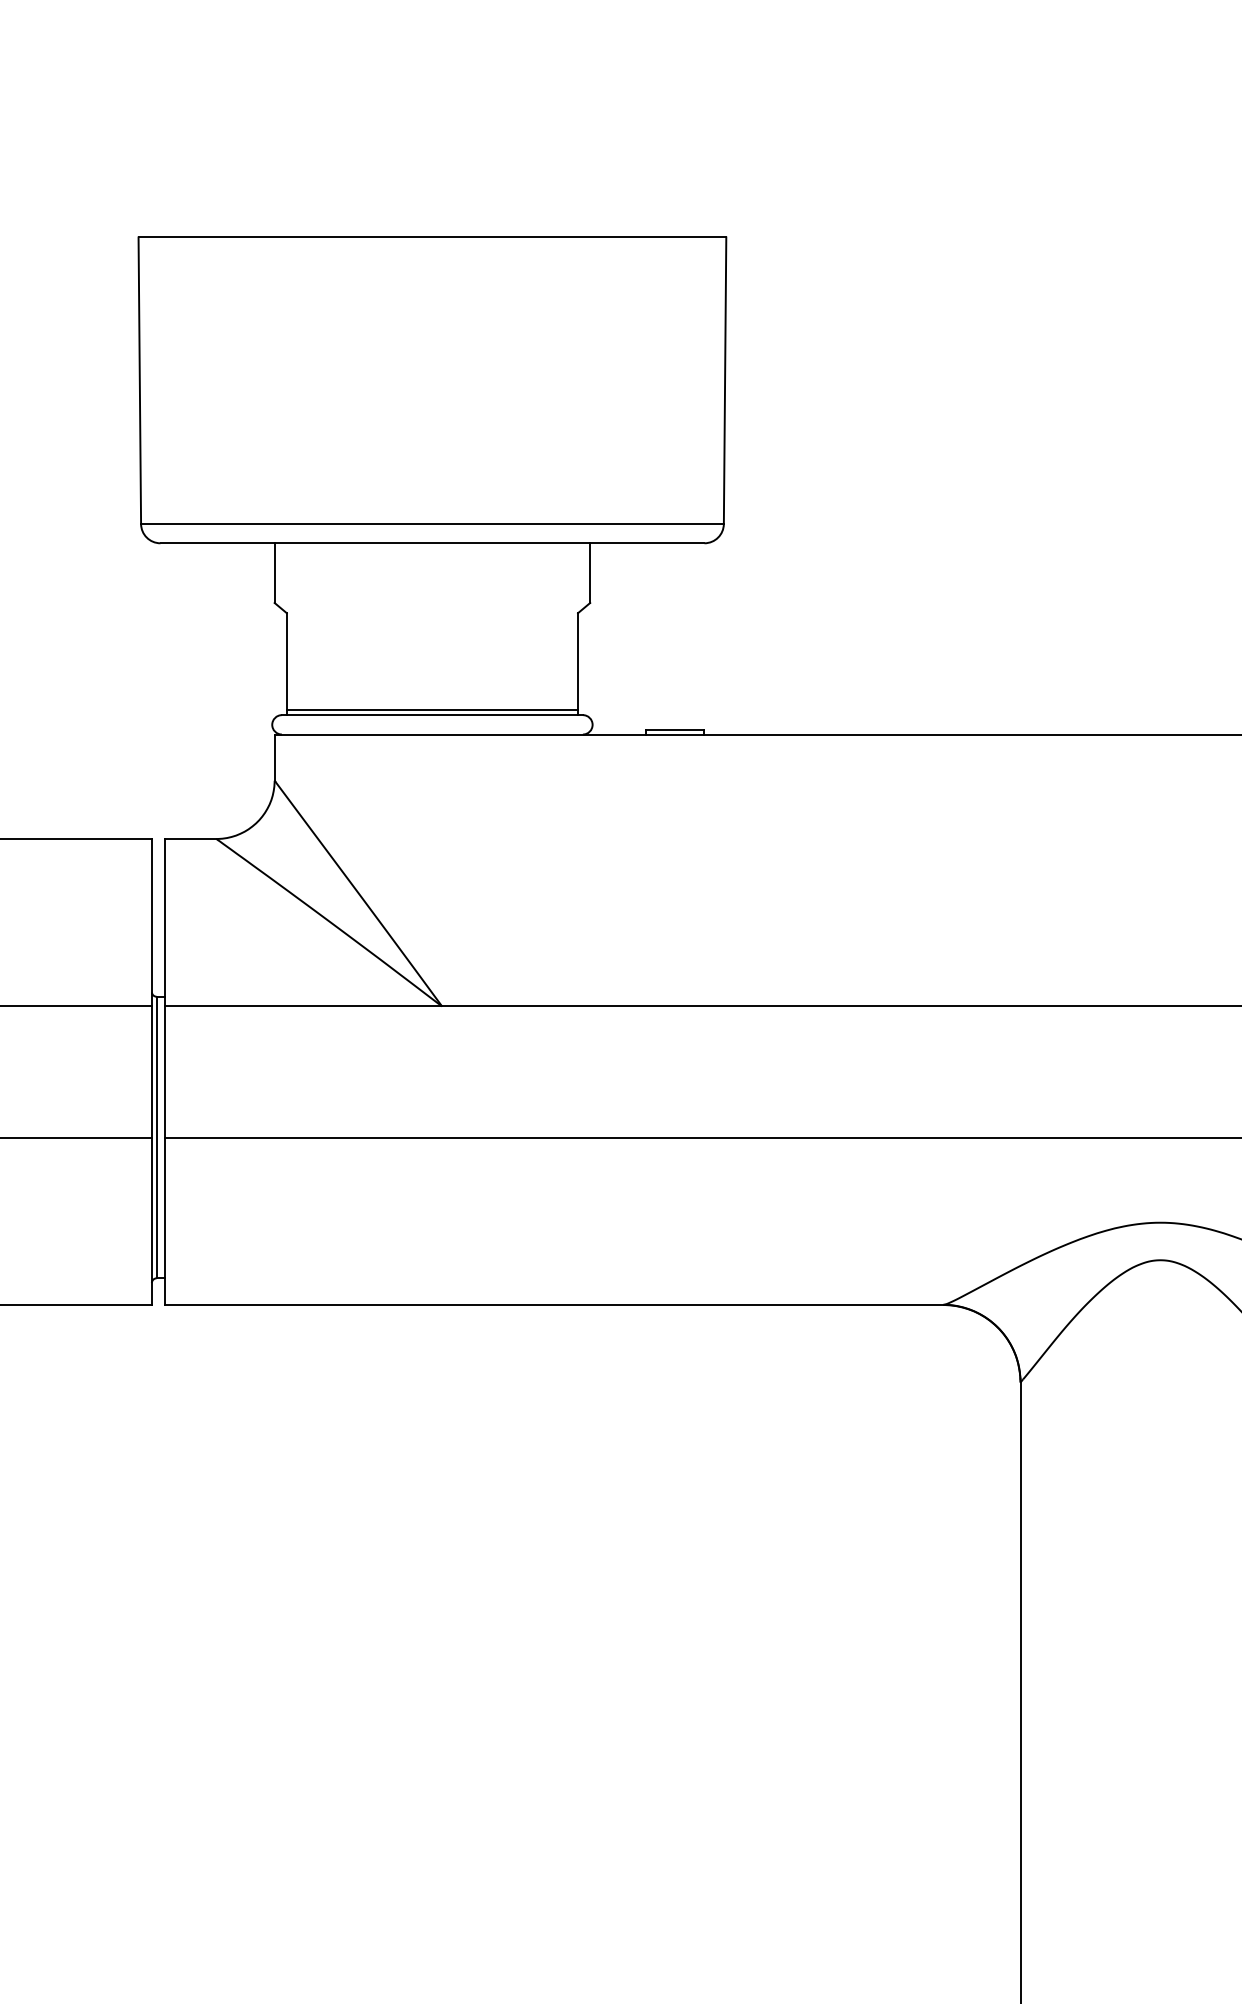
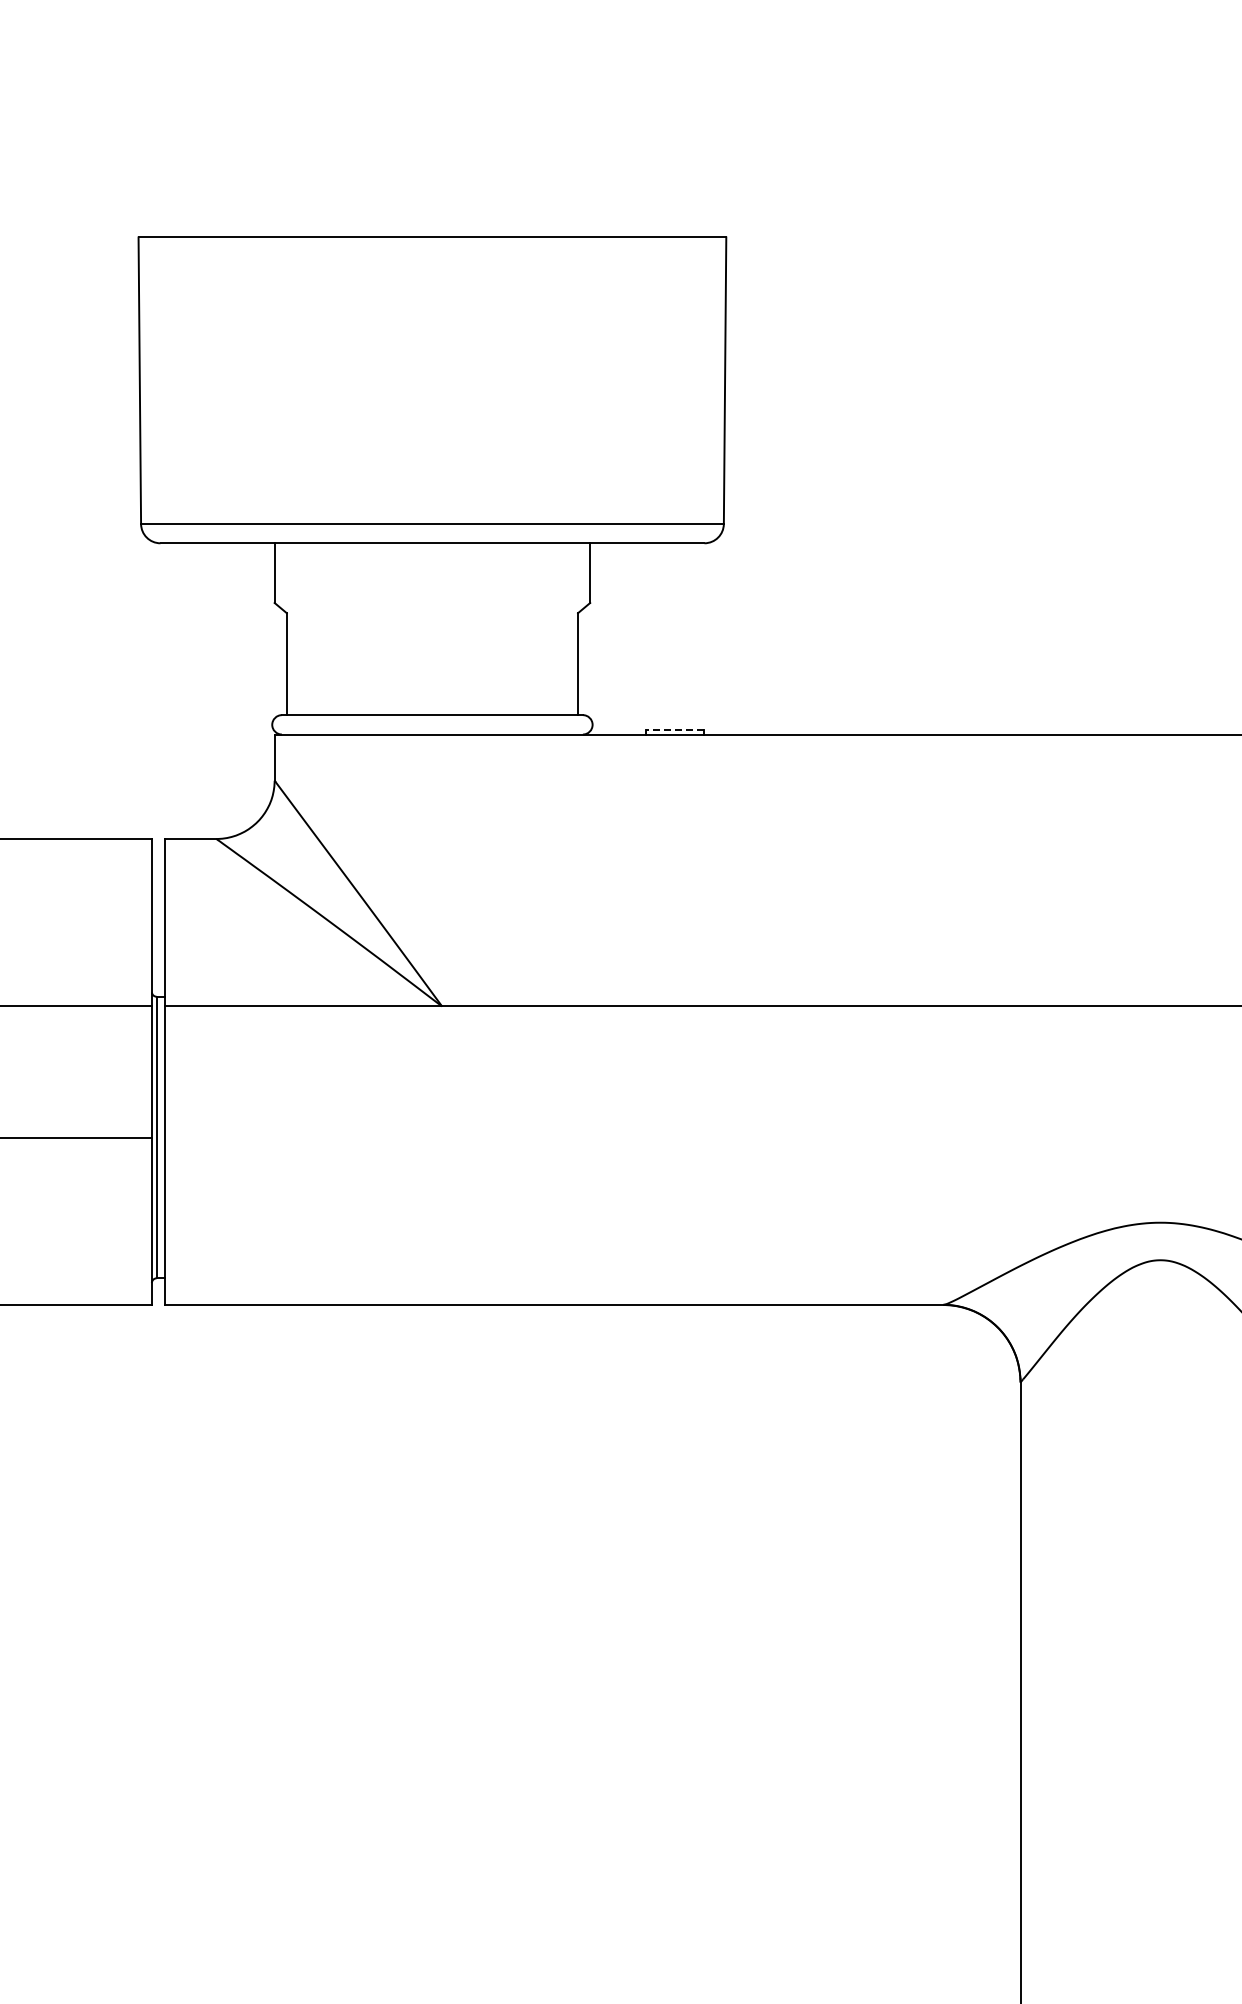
line at (432, 710): present -> none
line at (674, 729): solid -> dashed
line at (701, 1137): present -> none
